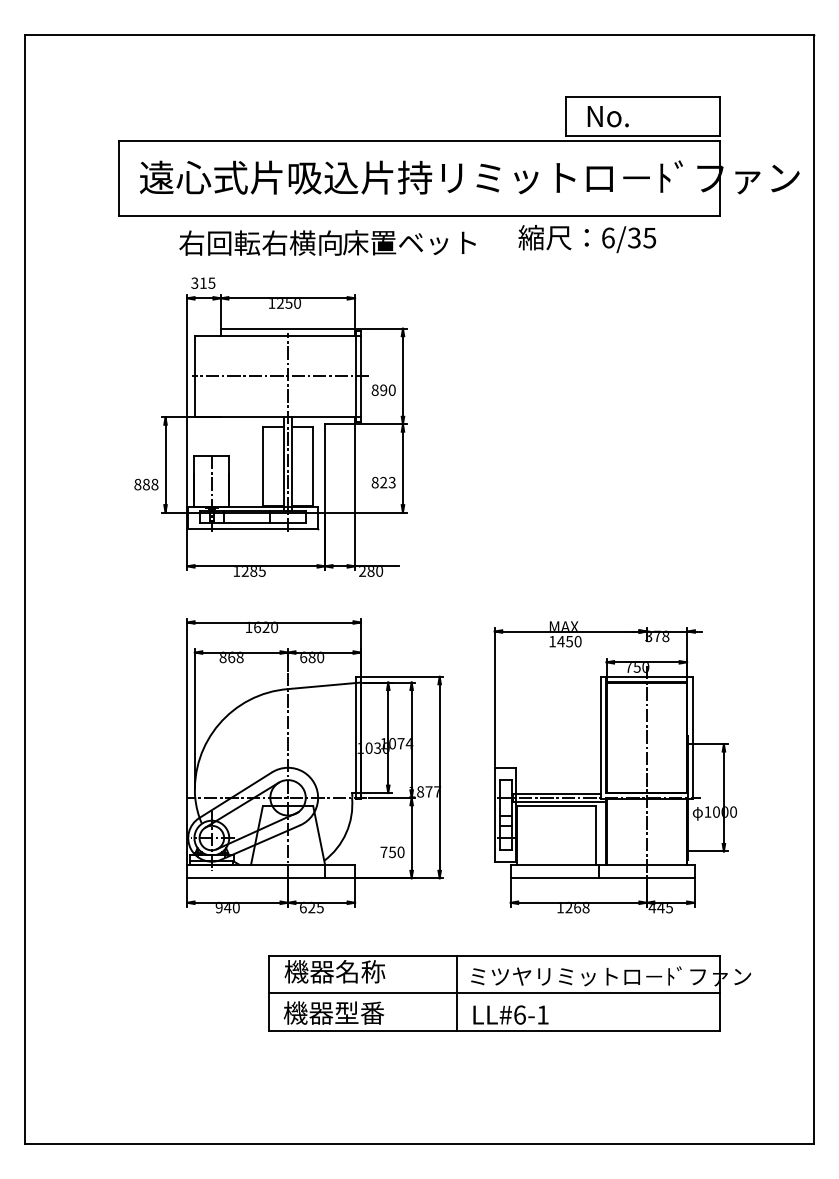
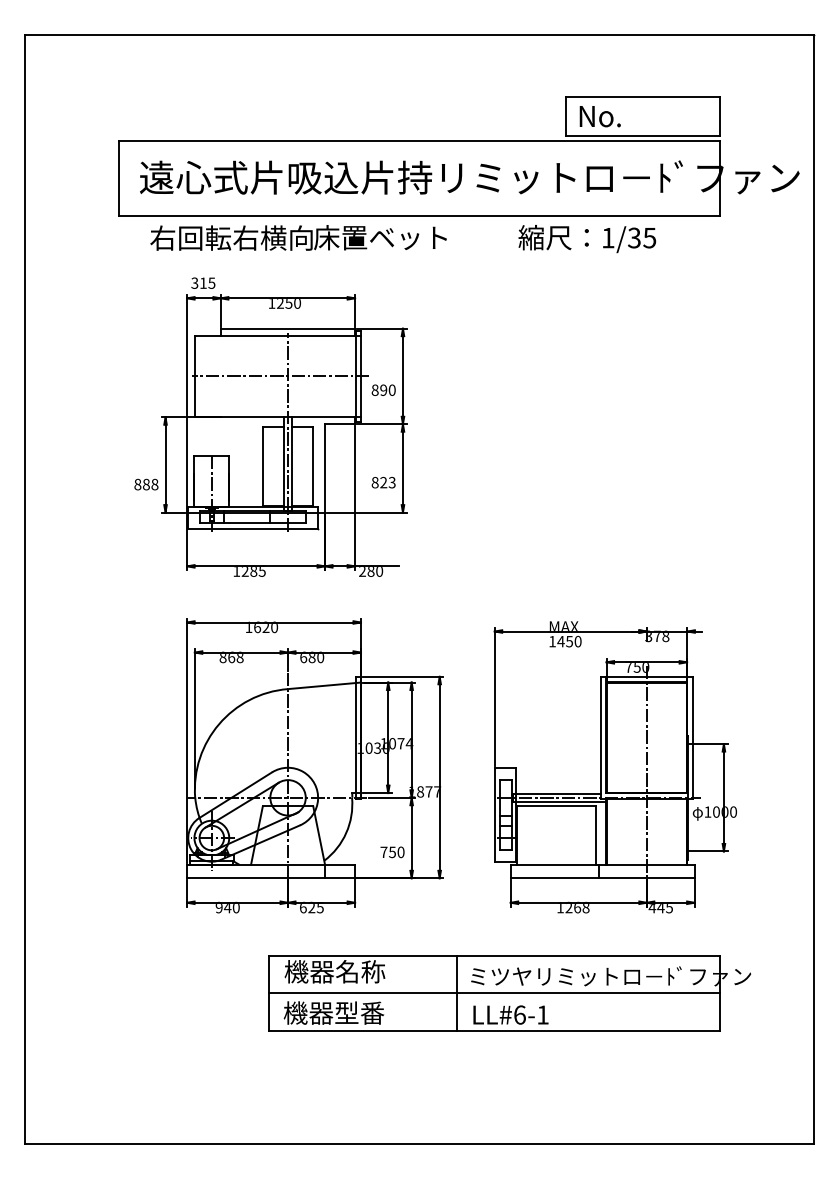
text at (607, 116) position: (607, 116) -> (599, 116)
text at (608, 237): 6/35 -> 1/35
text at (327, 242) position: (327, 242) -> (298, 237)
